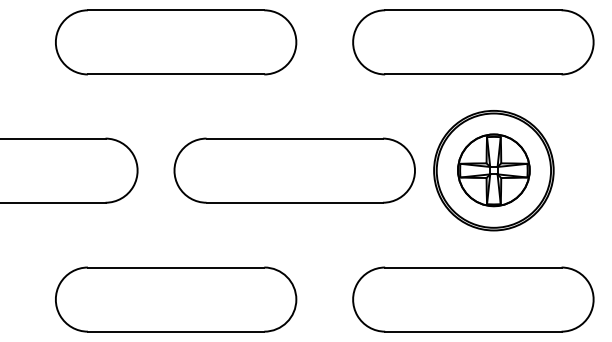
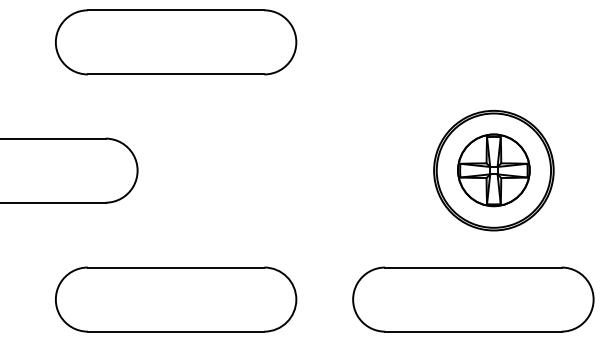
part at (473, 42): present -> none
part at (294, 170): present -> none
